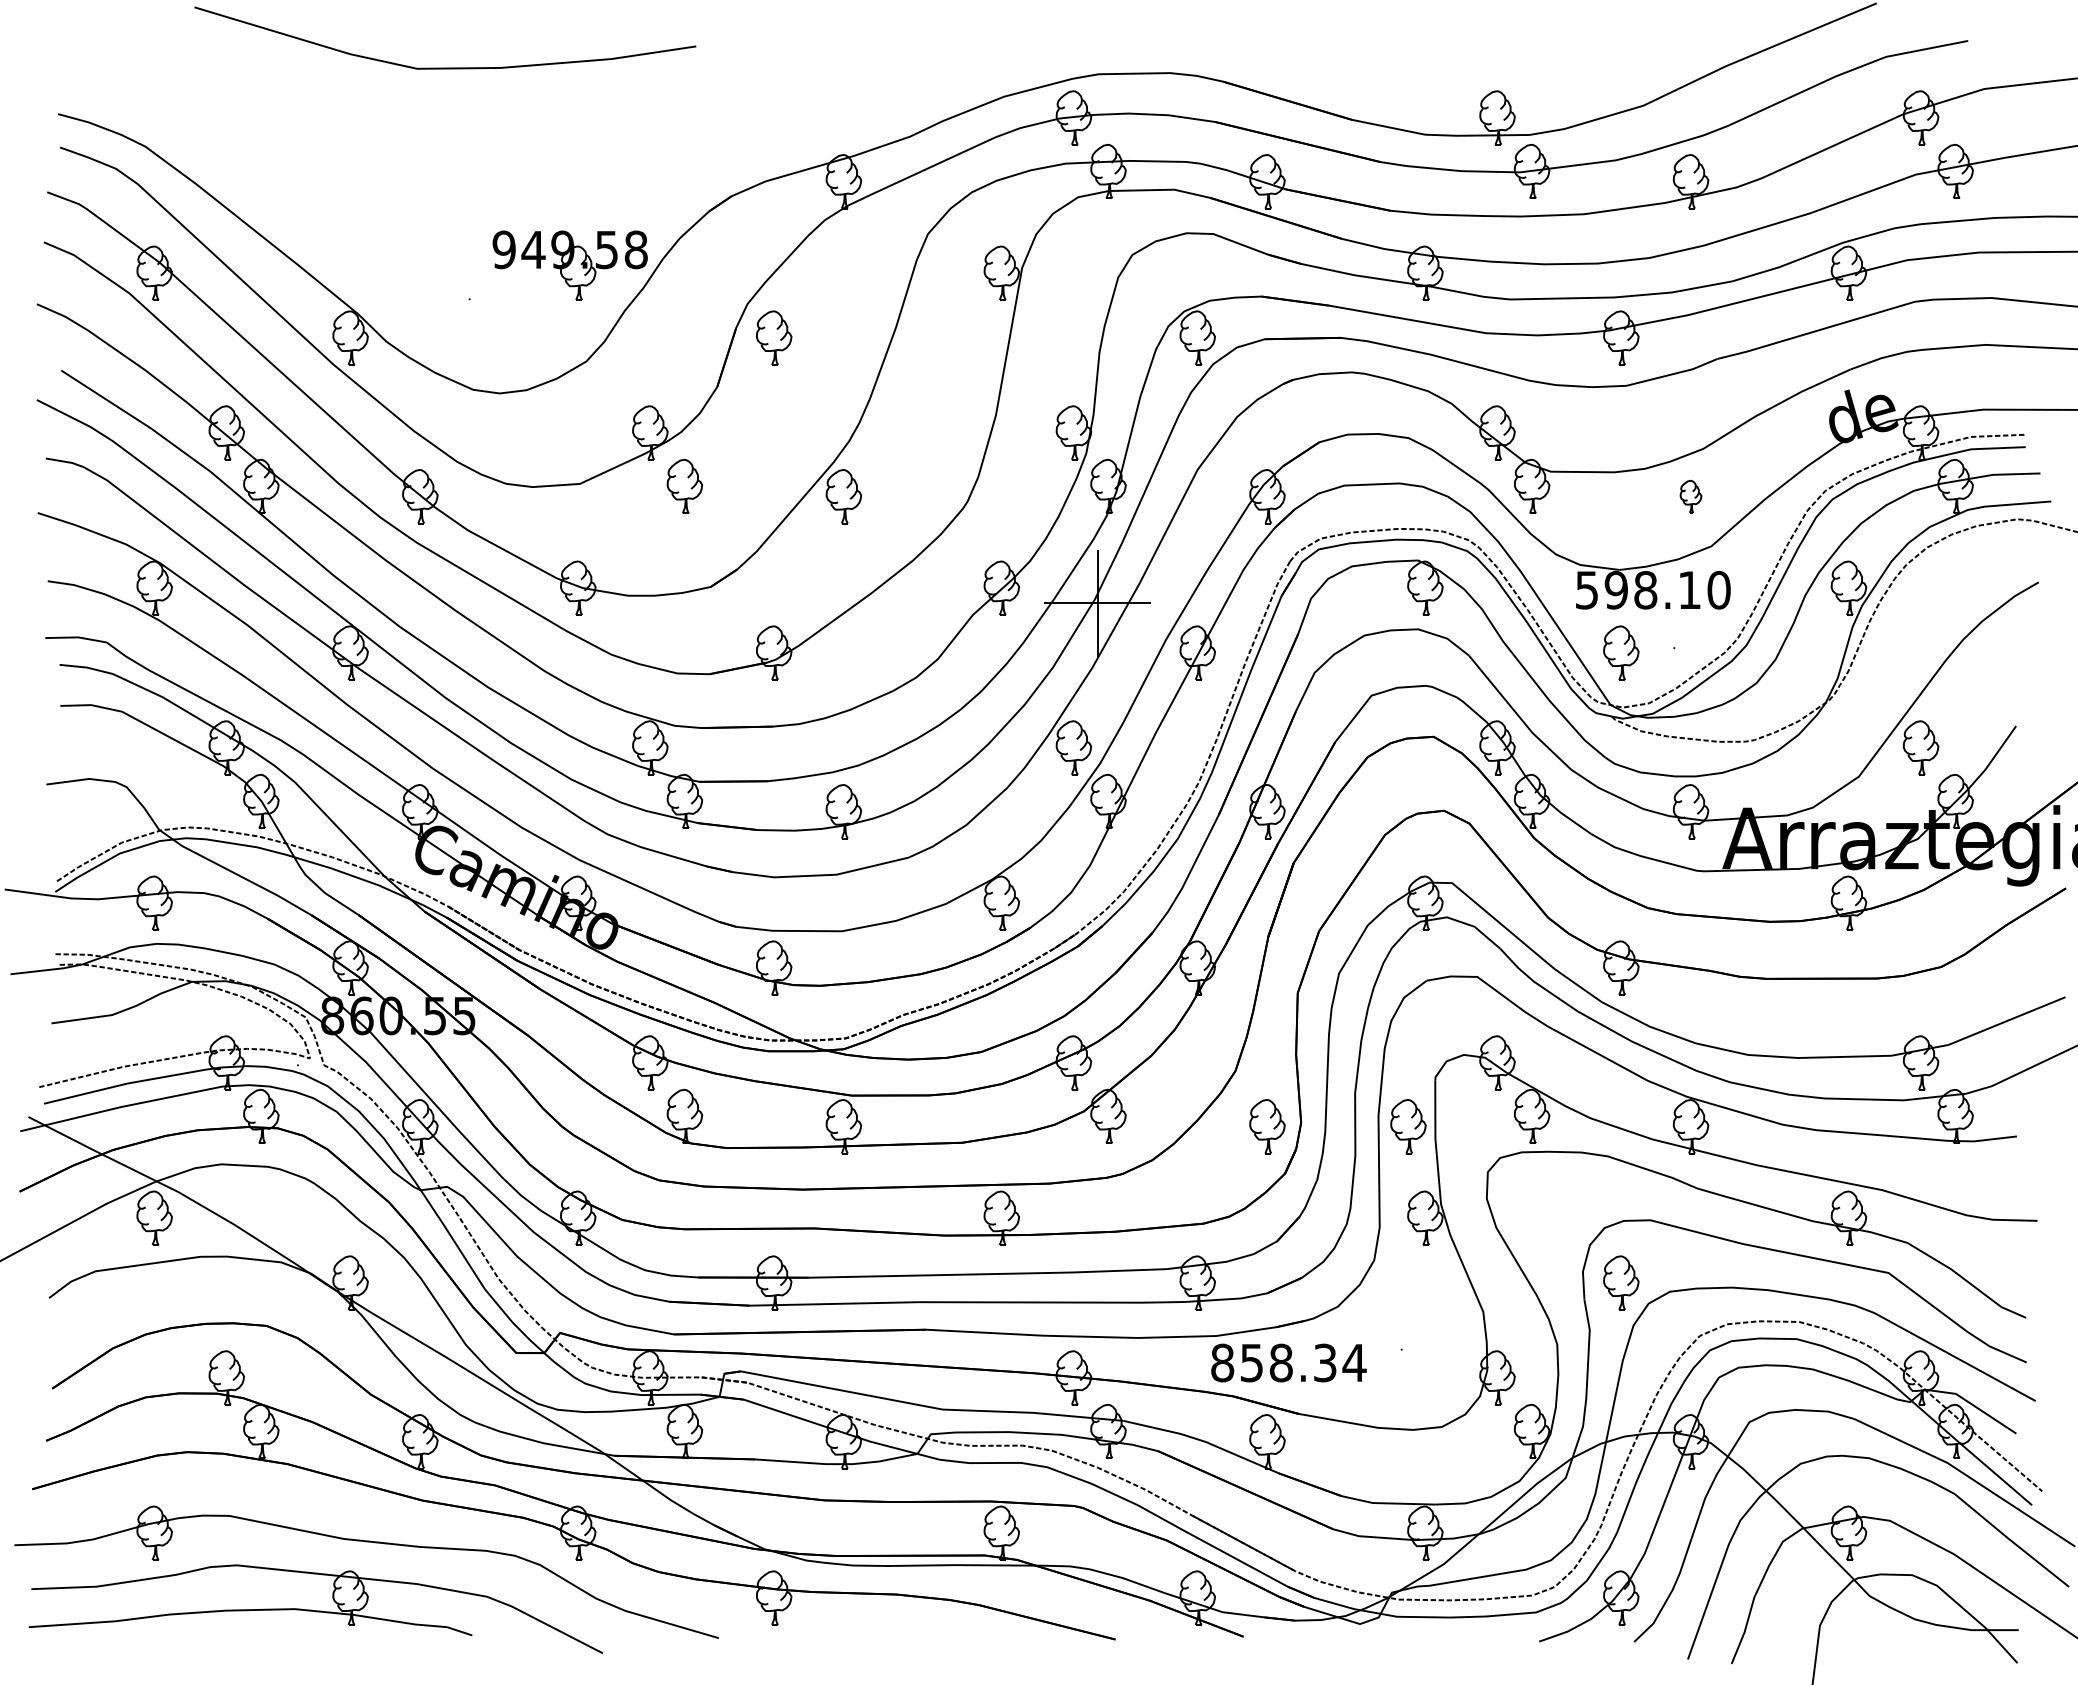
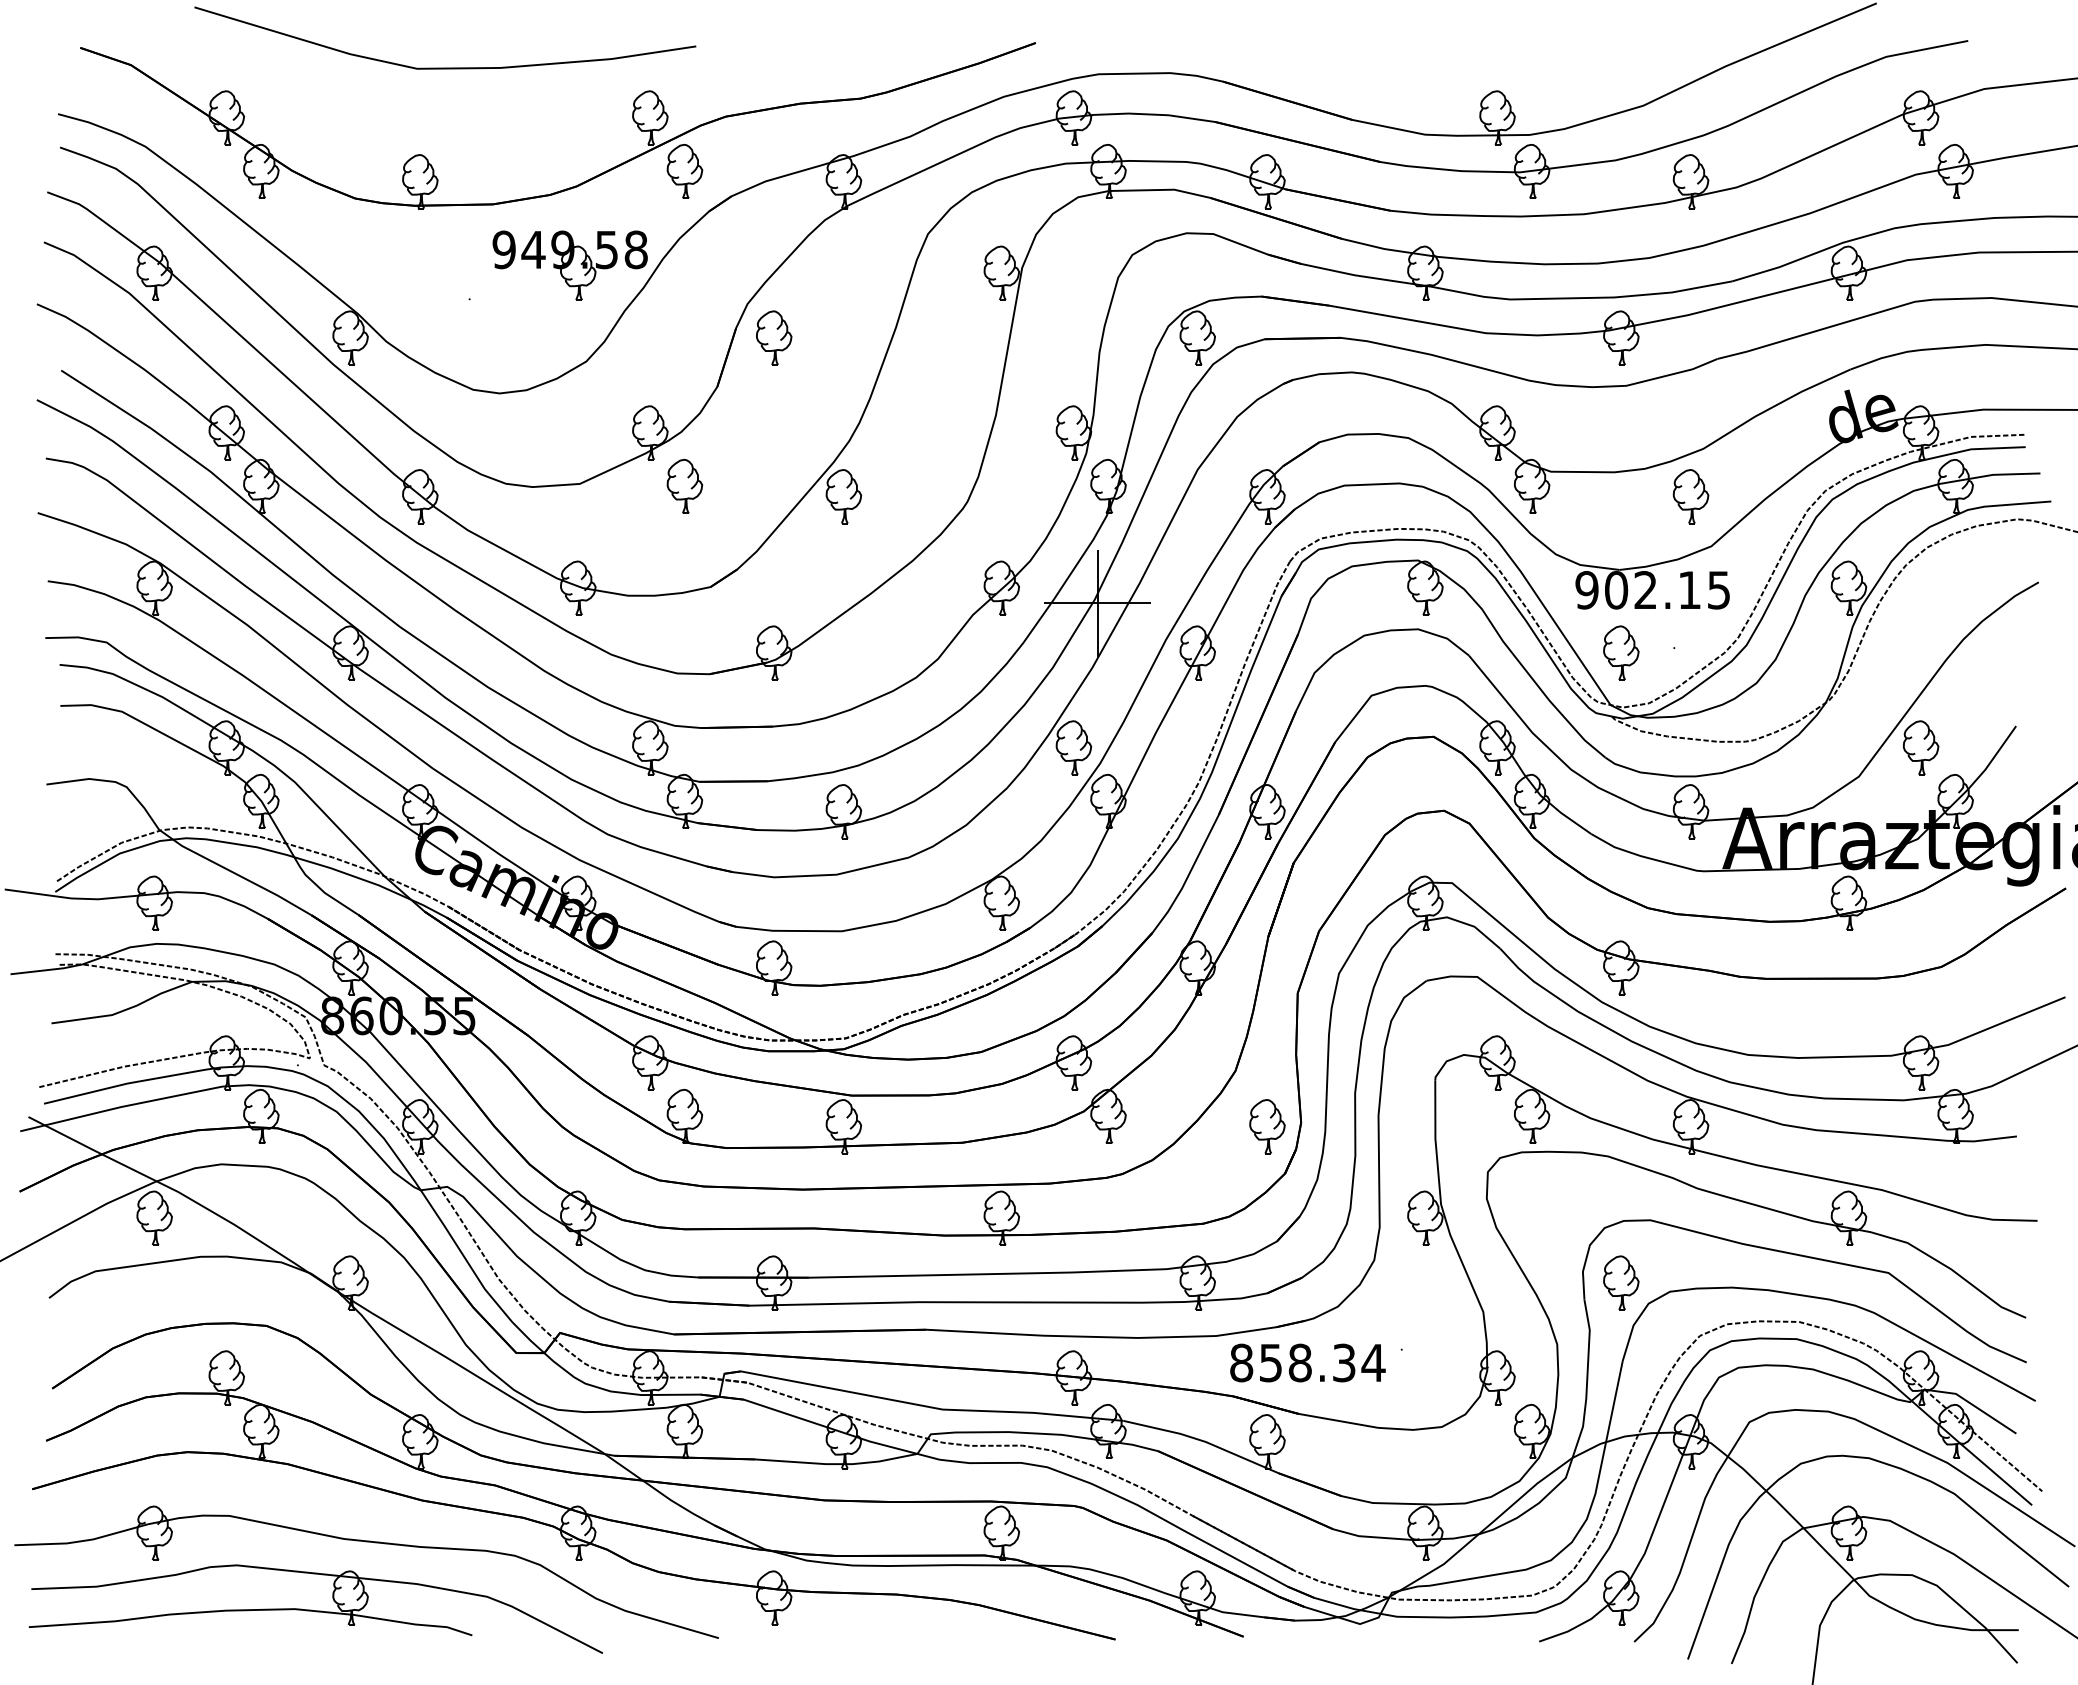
part at (581, 182): none -> present
part at (1690, 496) size: 24x35 px -> 38x56 px
text at (1652, 590): 598.10 -> 902.15
part at (1408, 1126): present -> none
text at (1288, 1362) position: (1288, 1362) -> (1307, 1362)
